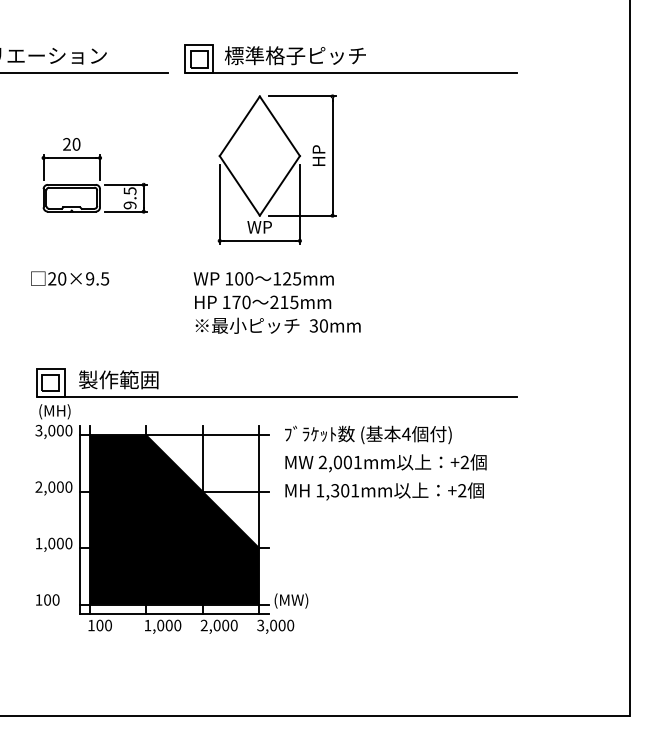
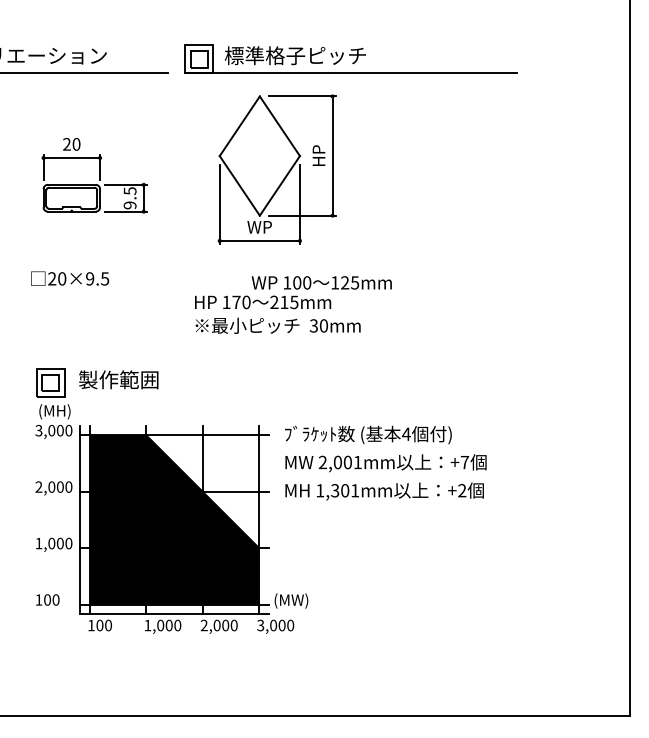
text at (263, 278) position: (263, 278) -> (321, 282)
line at (276, 397): present -> none
text at (464, 462): +2 -> +7
